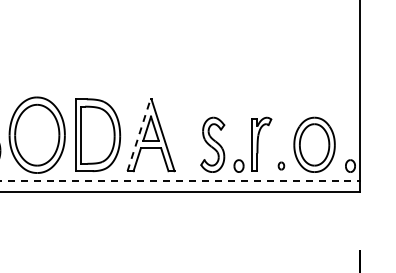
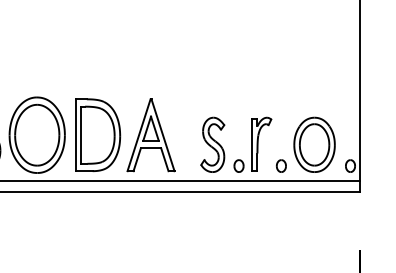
line at (139, 135): dashed -> solid
part at (281, 165) size: 9x10 px -> 11x14 px
line at (180, 181): dashed -> solid
